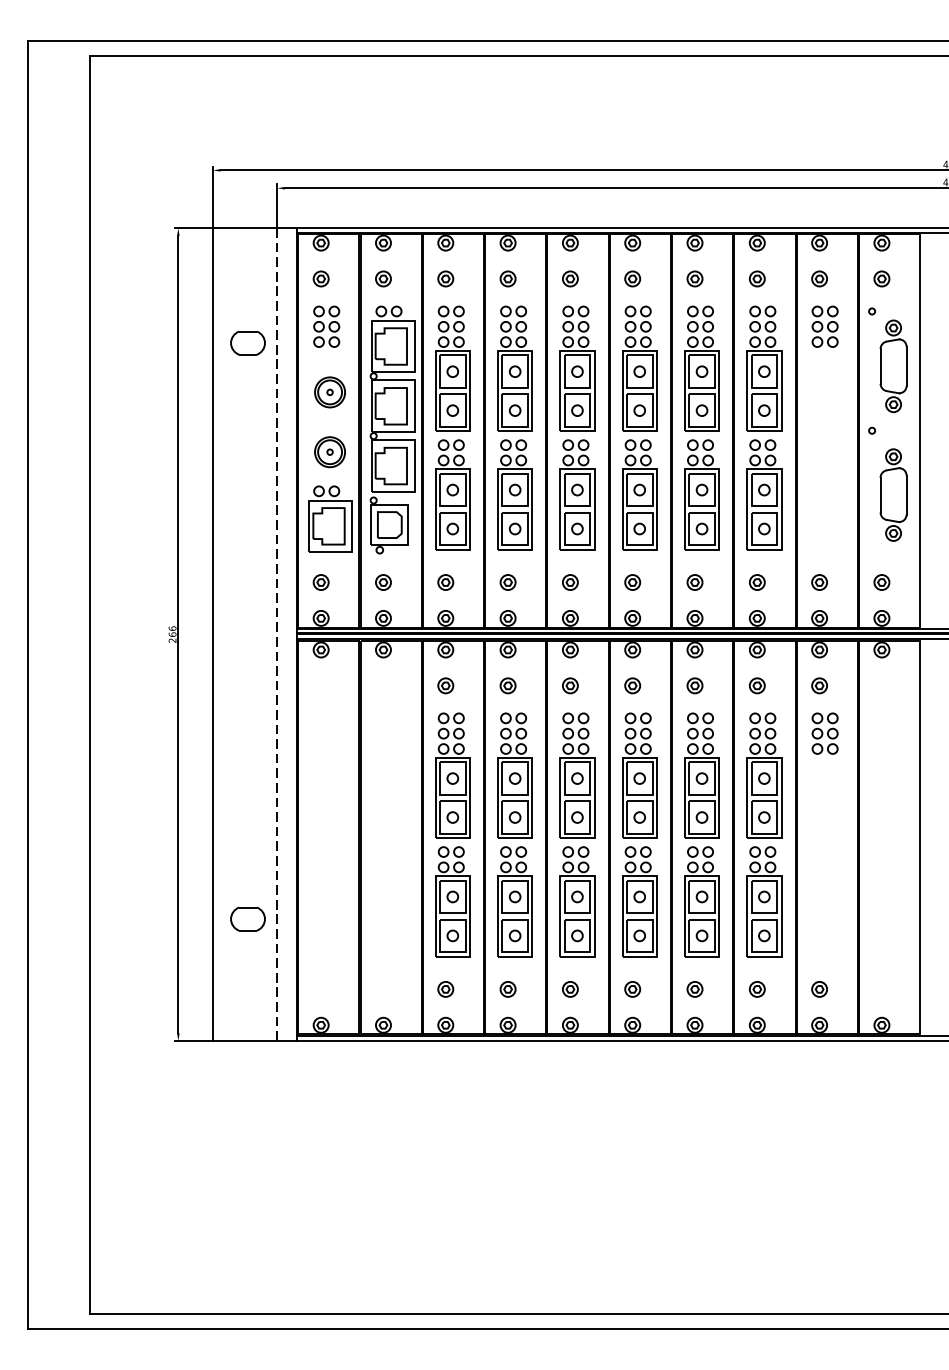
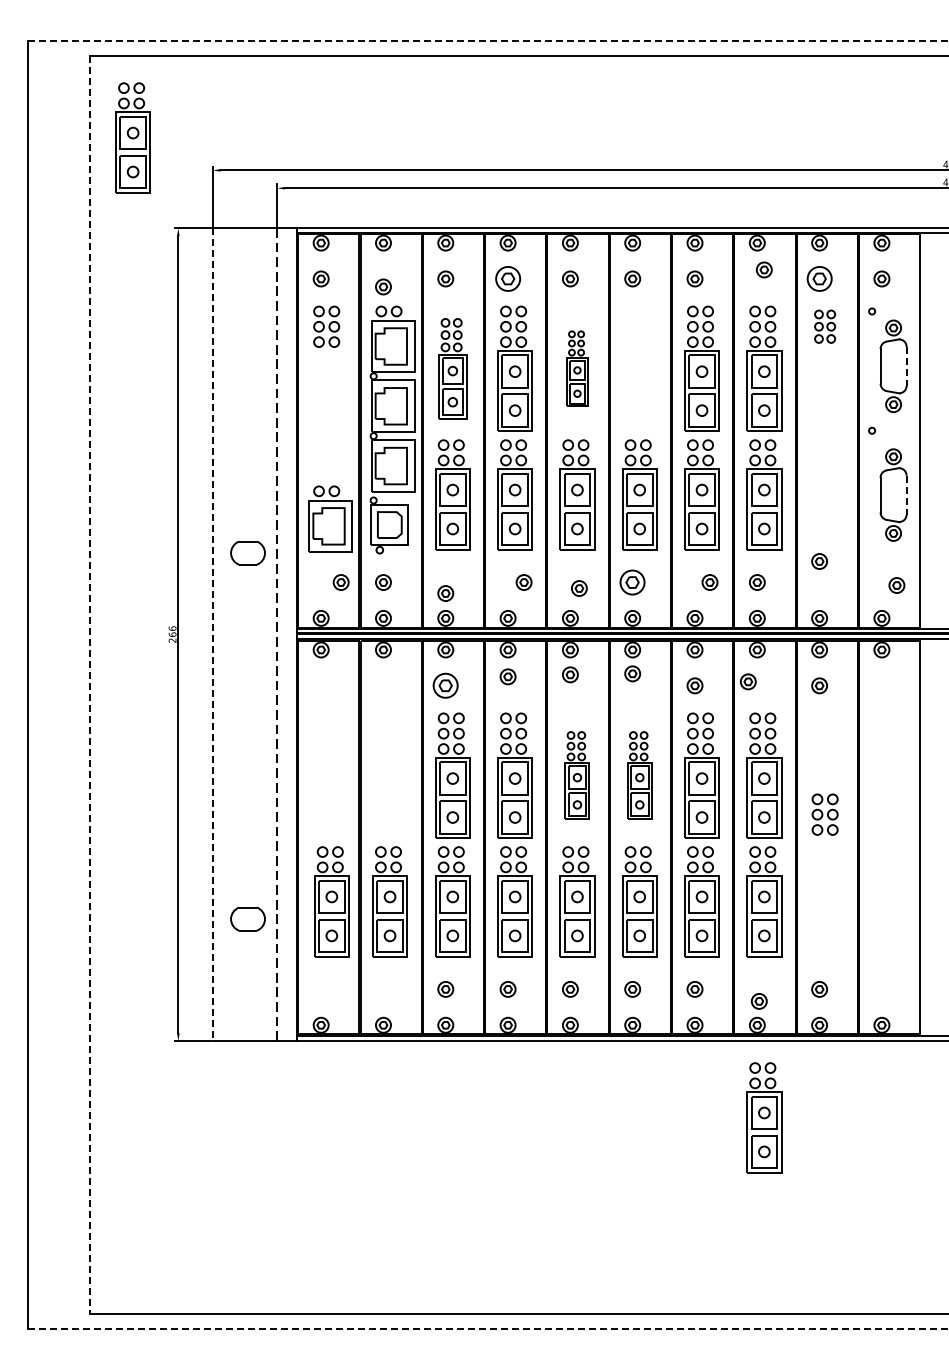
line at (488, 41): solid -> dashed
part at (132, 137): none -> present
part at (383, 278) position: (383, 278) -> (383, 286)
part at (507, 278) size: 18x18 px -> 27x26 px
part at (757, 278) position: (757, 278) -> (764, 269)
part at (819, 278) size: 17x18 px -> 27x26 px
part at (824, 326) size: 28x43 px -> 22x35 px
part at (247, 343) position: (247, 343) -> (247, 553)
line at (906, 366): solid -> dashed
part at (452, 368) size: 36x127 px -> 30x102 px
part at (577, 368) size: 37x127 px -> 23x77 px
part at (639, 368): present -> none
part at (329, 392): present -> none
part at (329, 452): present -> none
line at (906, 495): solid -> dashed
part at (320, 582) position: (320, 582) -> (340, 582)
part at (445, 582) position: (445, 582) -> (445, 593)
part at (507, 582) position: (507, 582) -> (523, 582)
part at (570, 582) position: (570, 582) -> (579, 588)
part at (632, 582) size: 18x17 px -> 27x27 px
part at (694, 582) position: (694, 582) -> (709, 582)
part at (819, 582) position: (819, 582) -> (819, 561)
part at (881, 582) position: (881, 582) -> (896, 585)
line at (212, 635): solid -> dashed
line at (89, 685): solid -> dashed
part at (445, 685) size: 18x18 px -> 27x27 px
part at (507, 685) position: (507, 685) -> (507, 676)
part at (570, 685) position: (570, 685) -> (570, 674)
part at (632, 685) position: (632, 685) -> (632, 673)
part at (757, 685) position: (757, 685) -> (748, 681)
part at (824, 733) position: (824, 733) -> (824, 814)
part at (577, 775) size: 37x127 px -> 26x89 px
part at (639, 775) size: 36x127 px -> 26x89 px
part at (331, 901): none -> present
part at (389, 901): none -> present
part at (756, 989) position: (756, 989) -> (758, 1001)
part at (764, 1117): none -> present
line at (489, 1328): solid -> dashed
